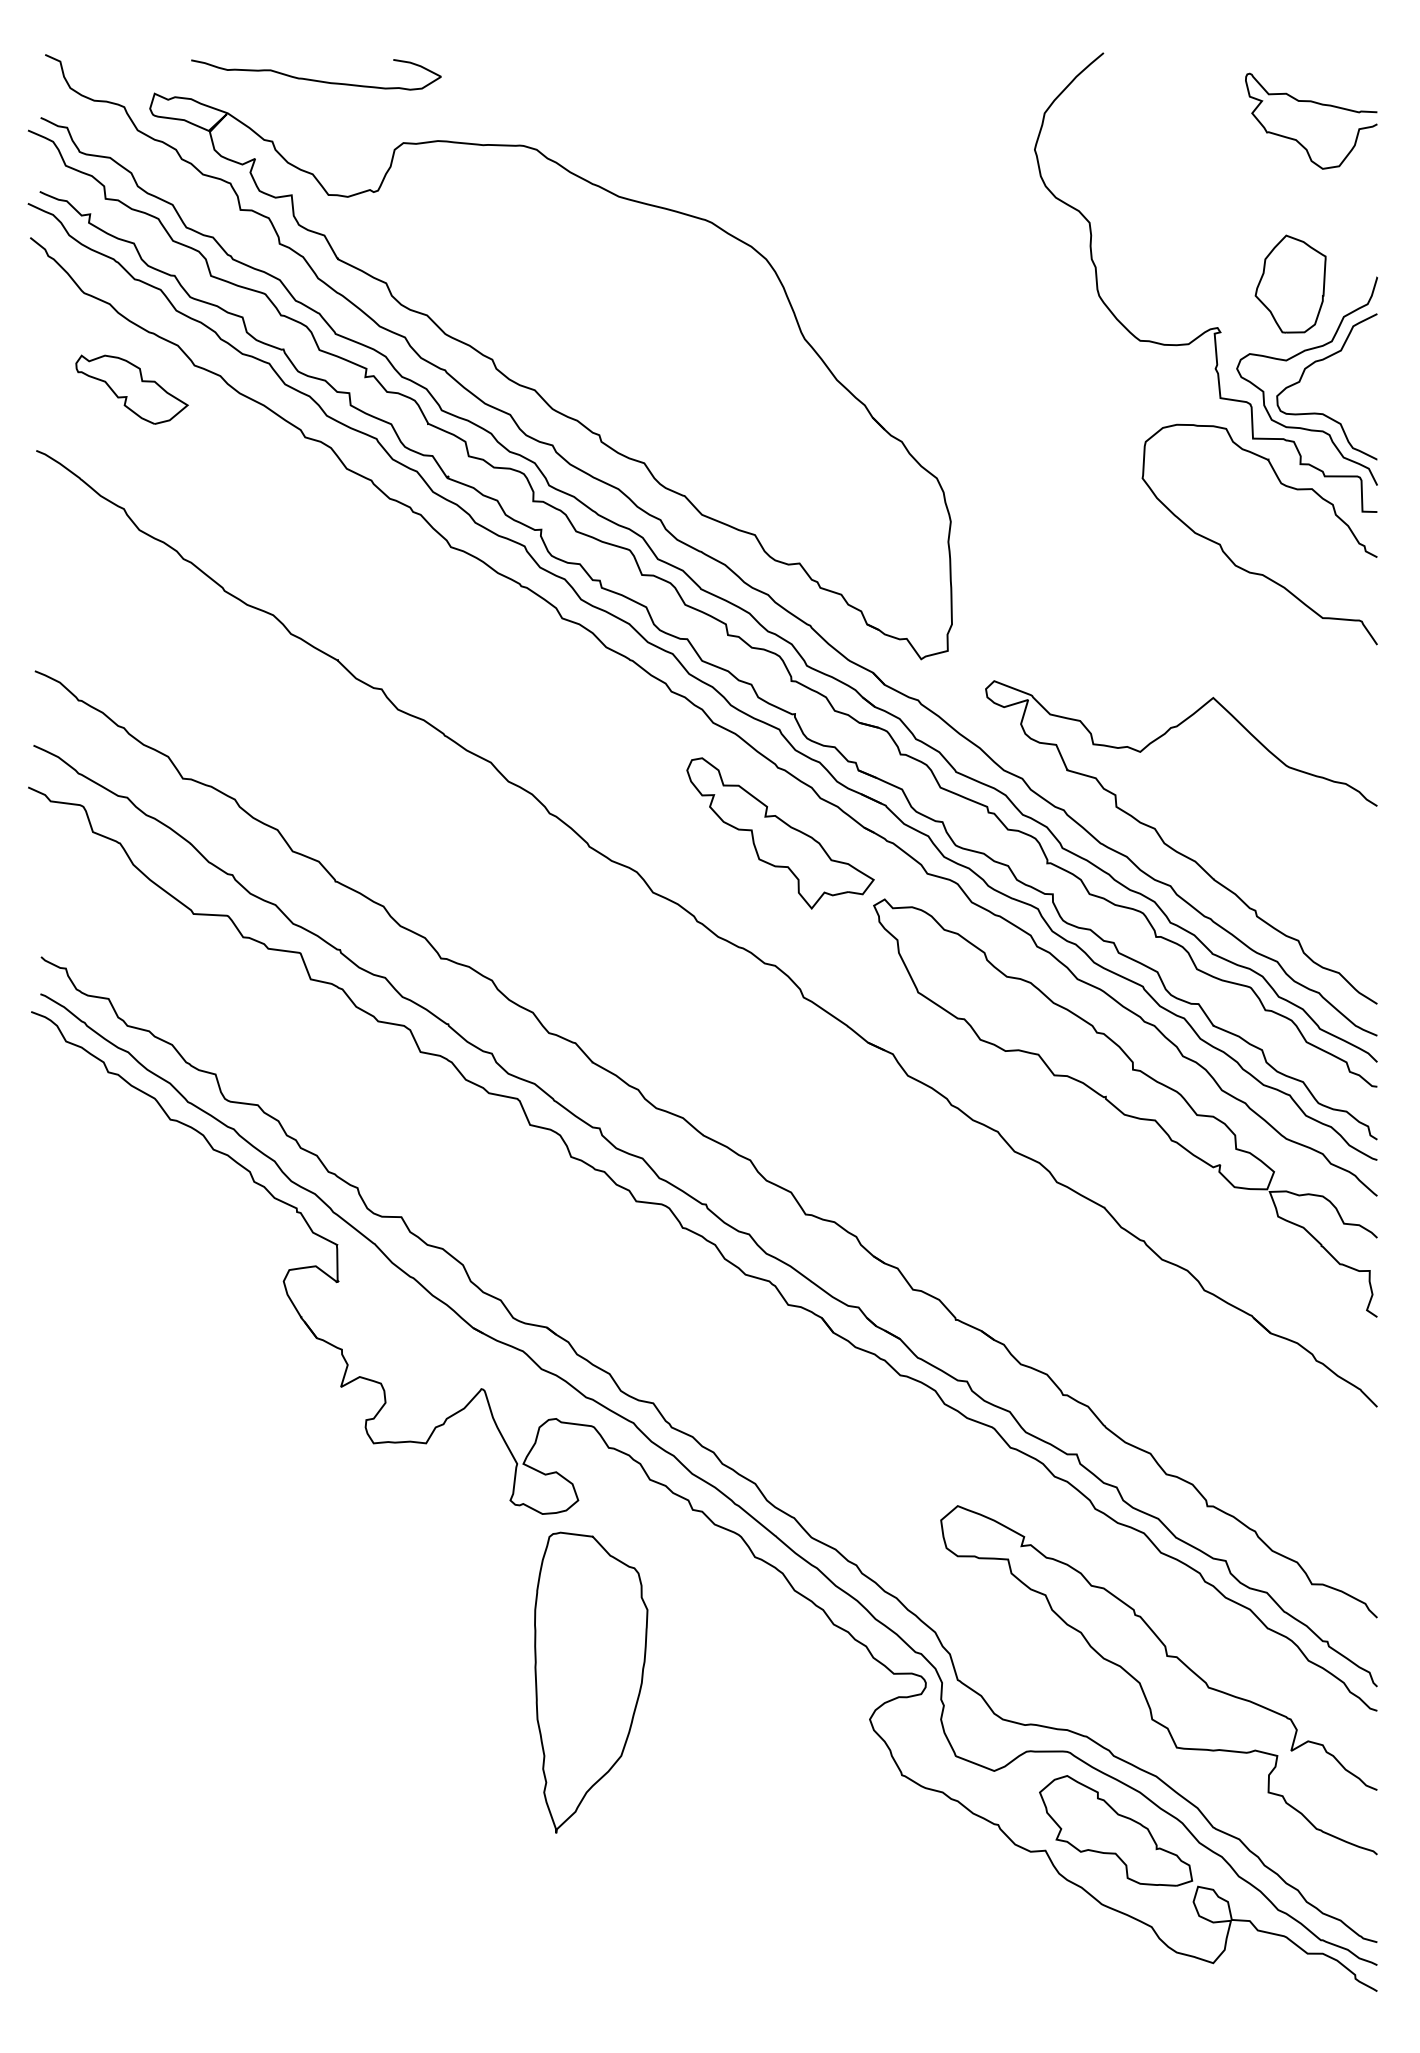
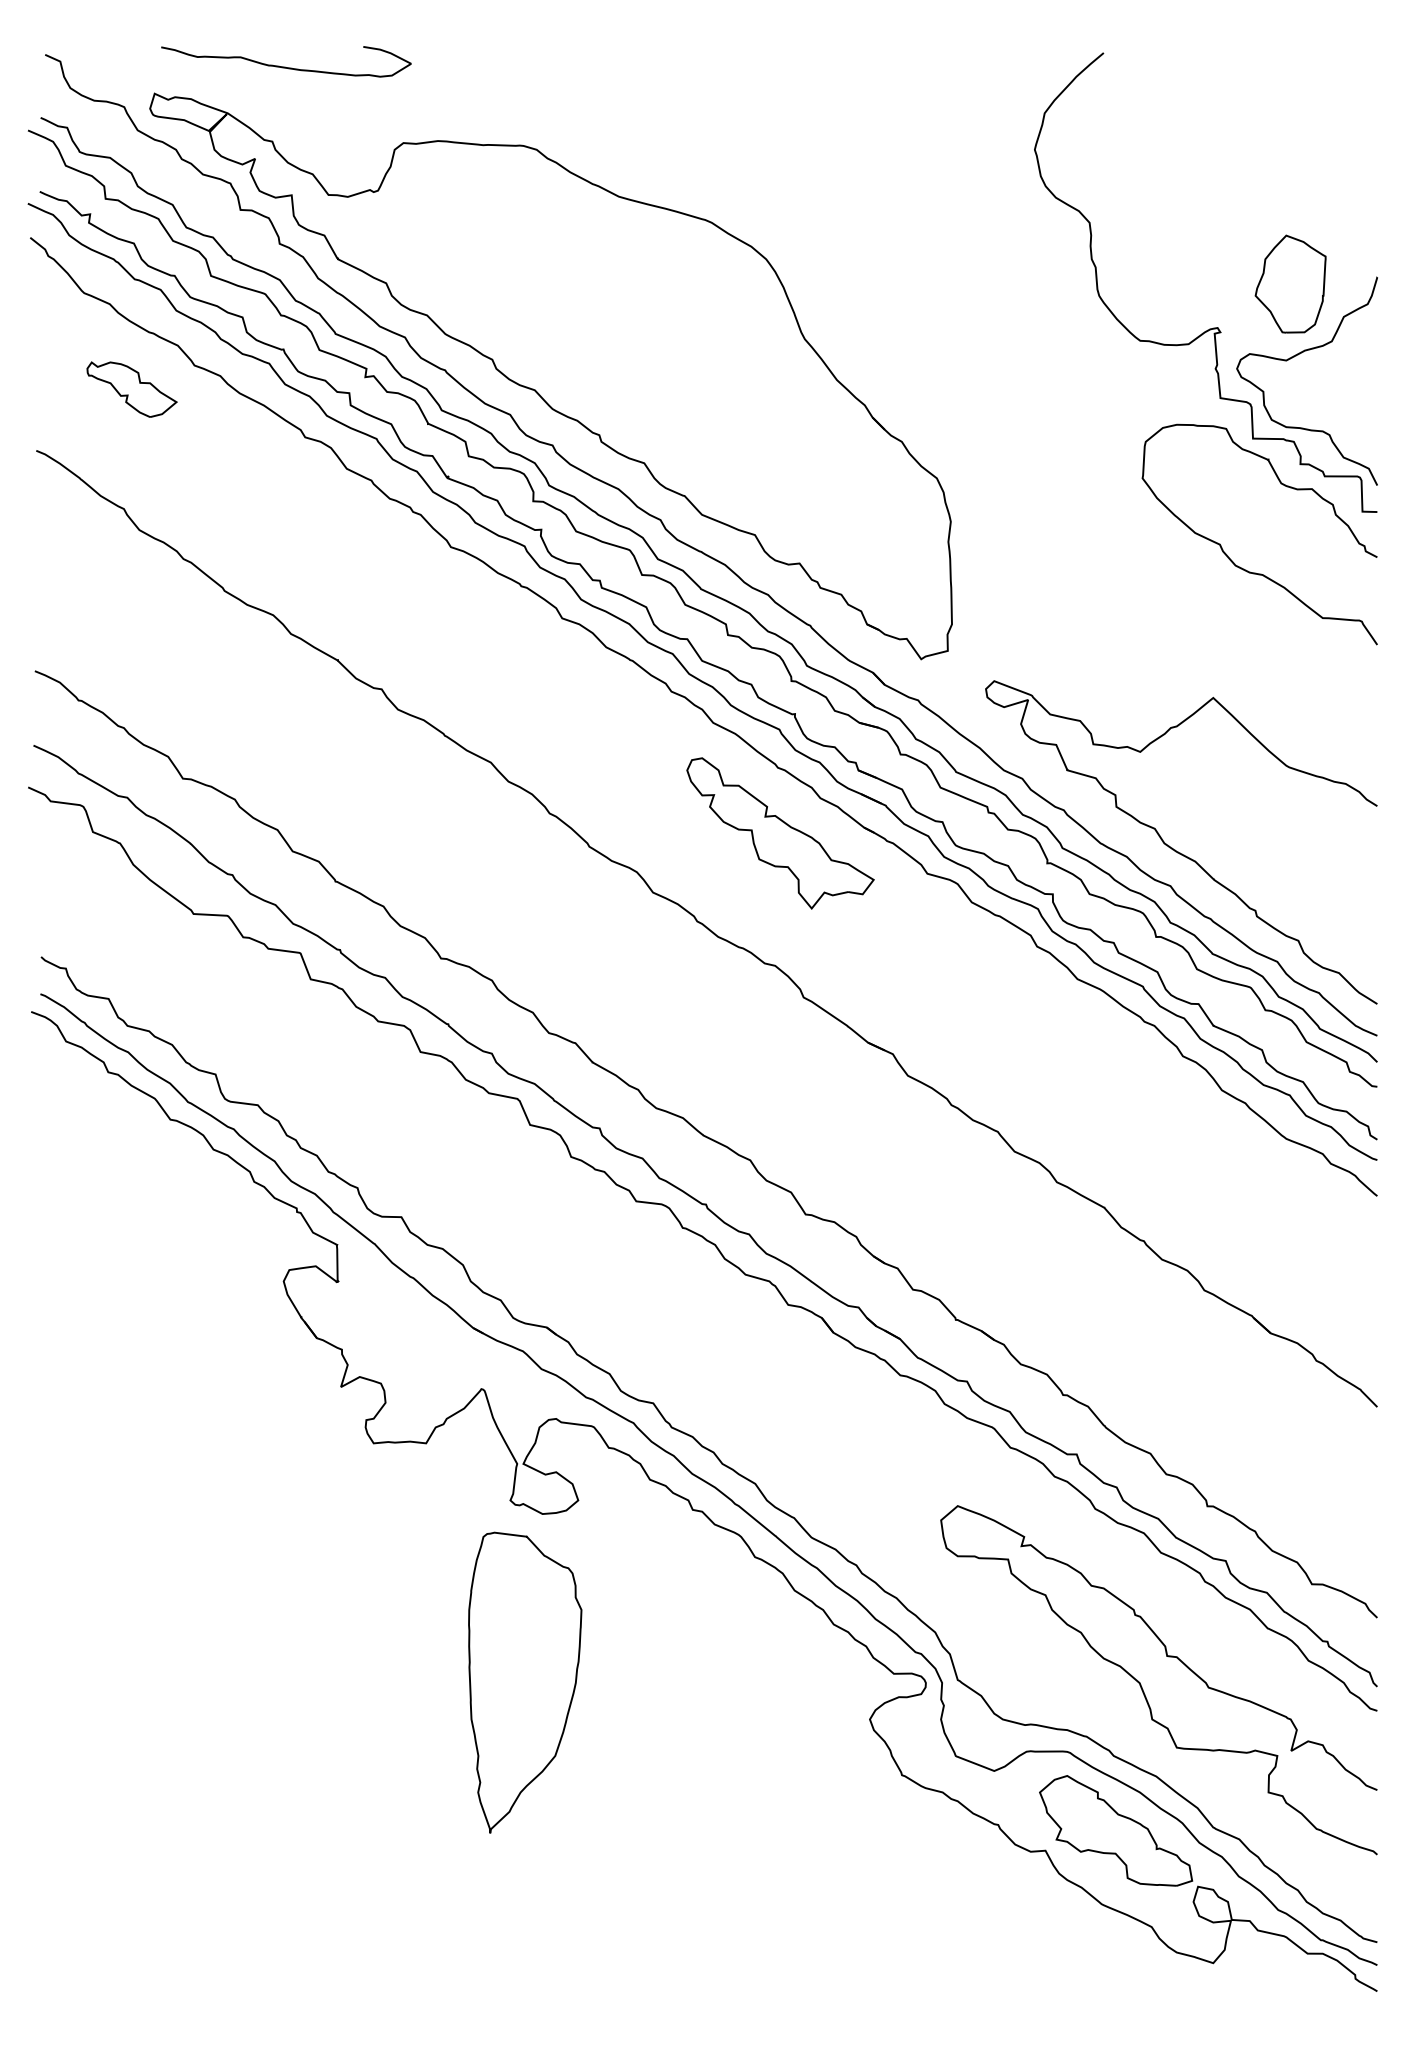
curve at (315, 79) position: (315, 79) -> (285, 66)
curve at (1317, 104): present -> none
curve at (1303, 375): present -> none
part at (131, 389) size: 114x71 px -> 92x57 px
part at (1125, 1107): present -> none
part at (591, 1682) position: (591, 1682) -> (525, 1682)
